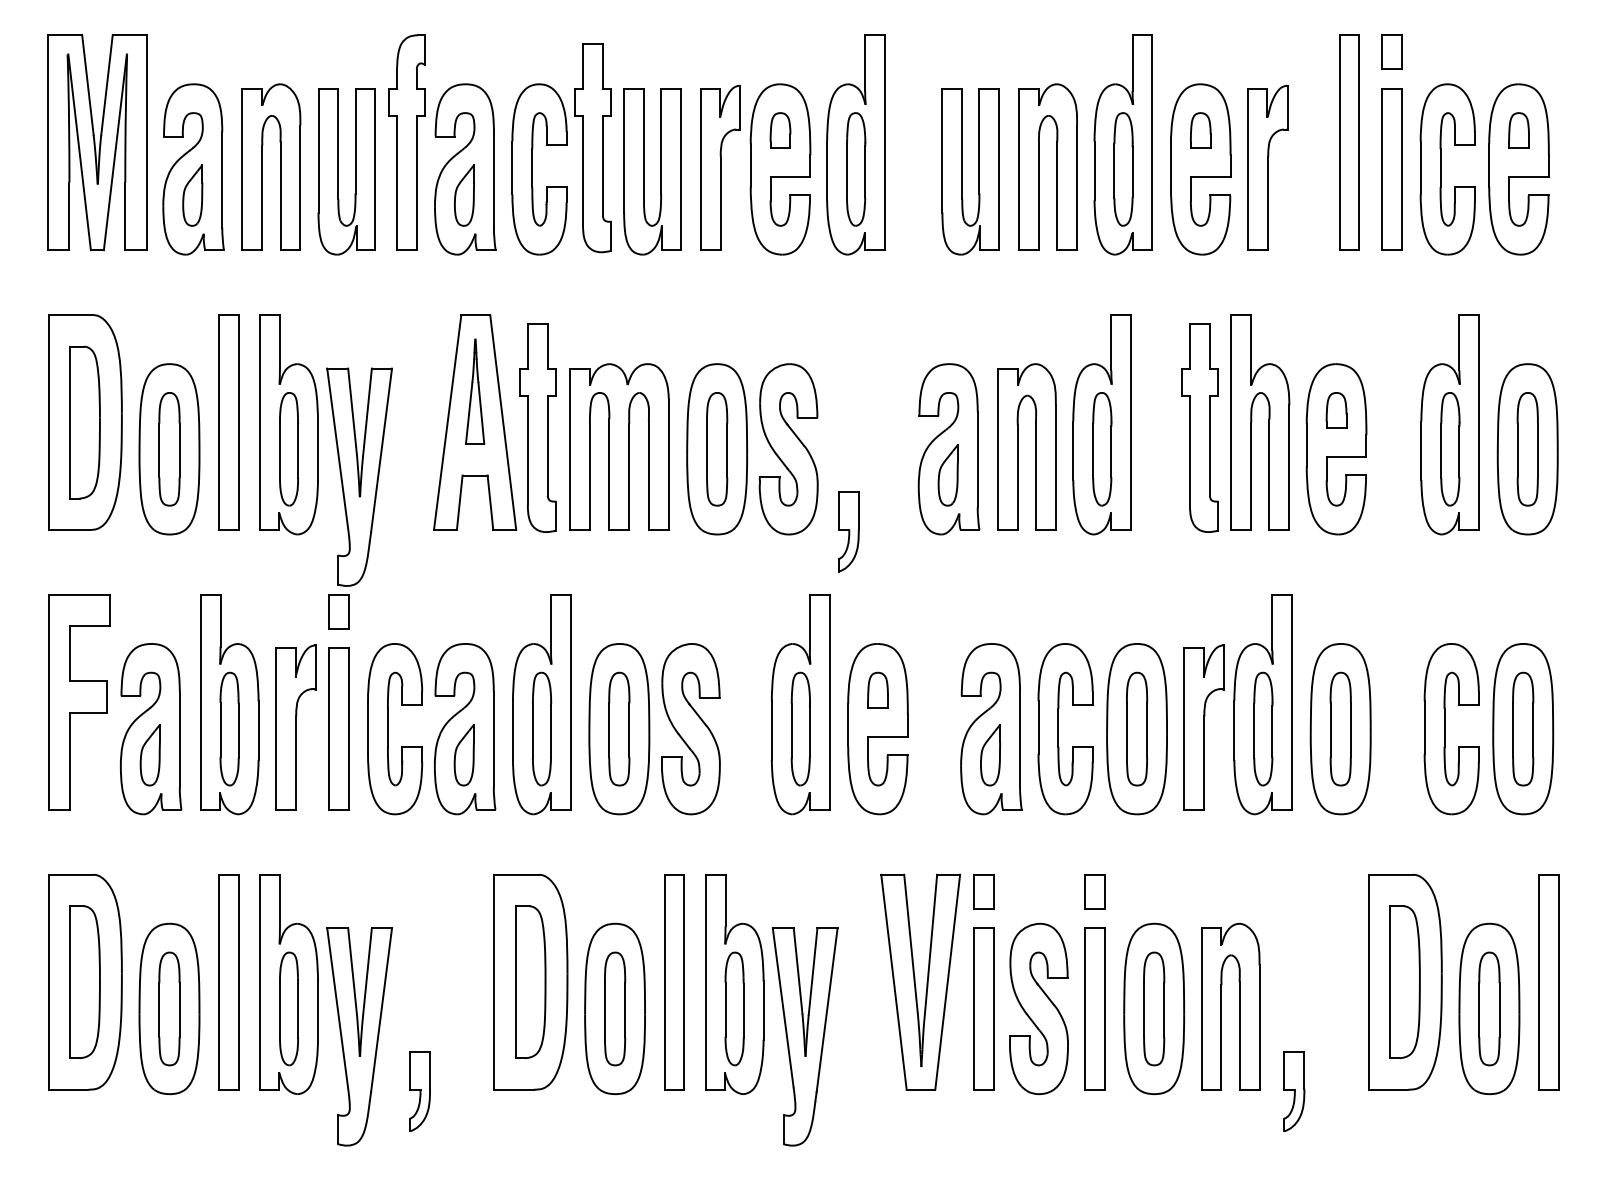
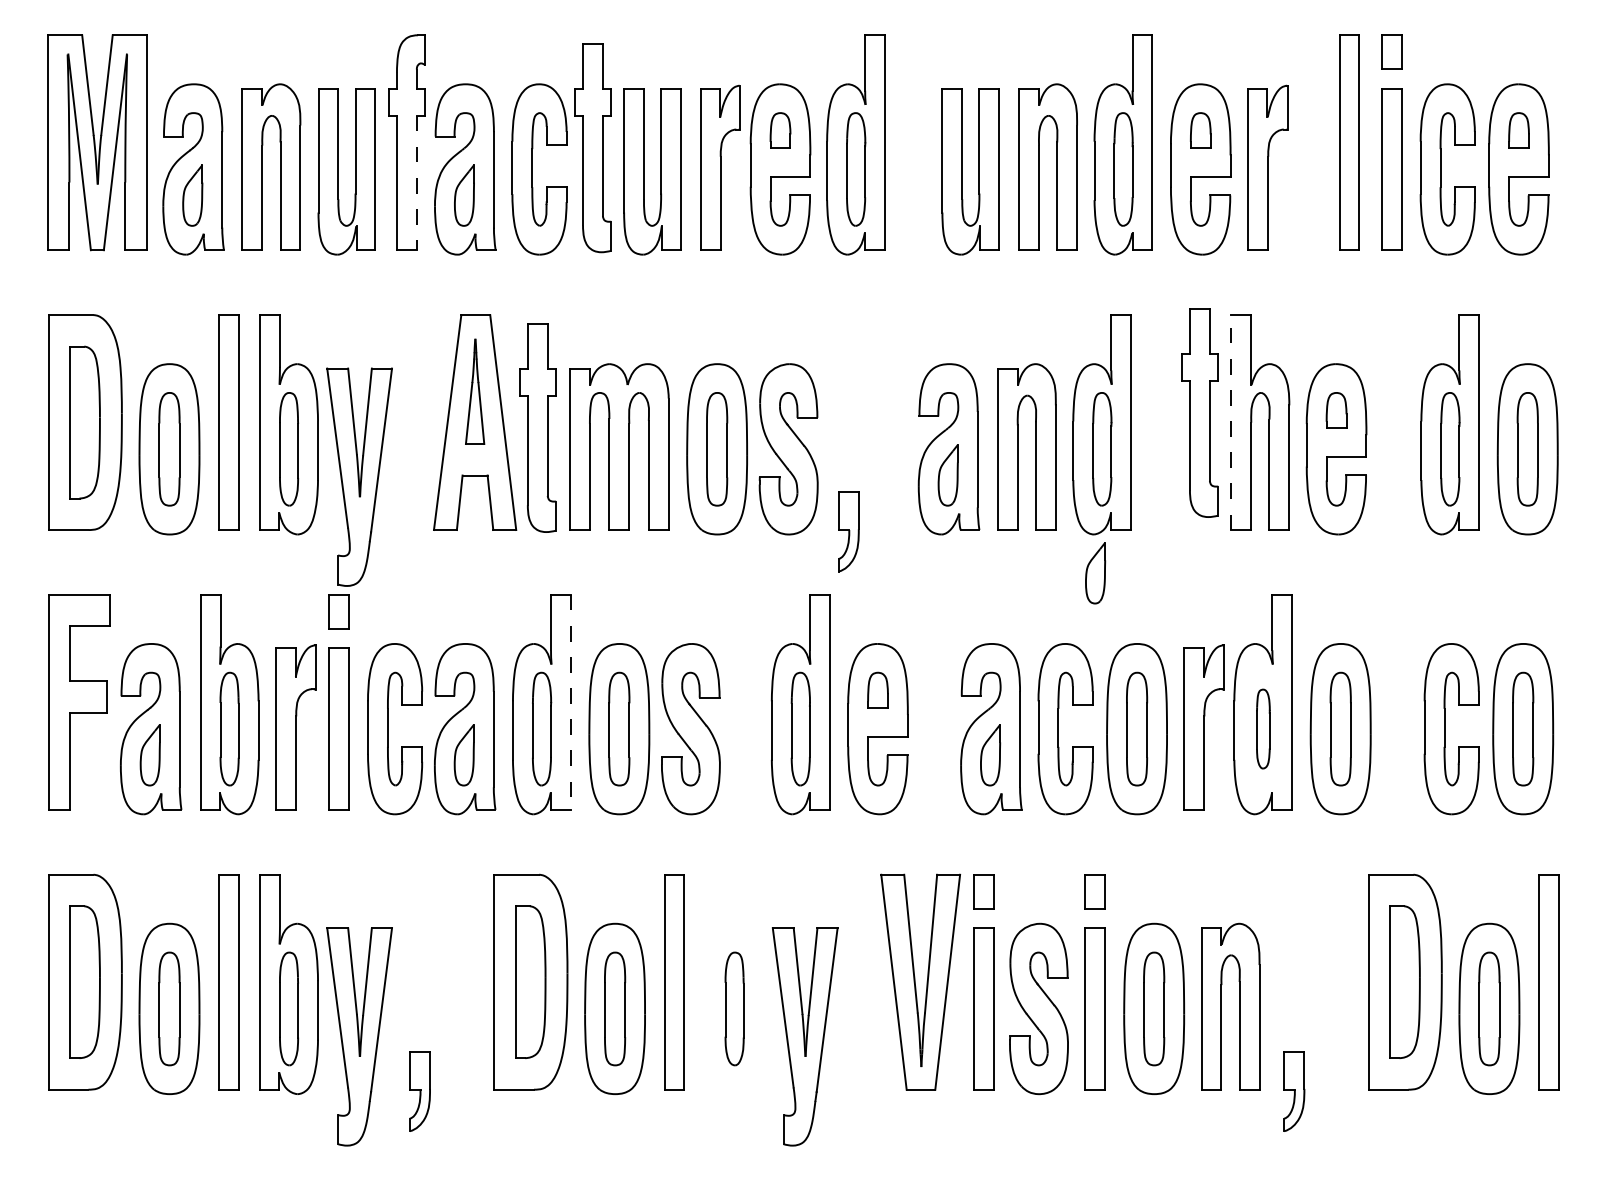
line at (416, 183): solid -> dashed
line at (1231, 422): solid -> dashed
part at (1199, 427) position: (1199, 427) -> (1199, 412)
part at (1095, 573): none -> present
line at (570, 702): solid -> dashed
part at (1263, 728) size: 21x116 px -> 15x82 px
part at (734, 984): present -> none
